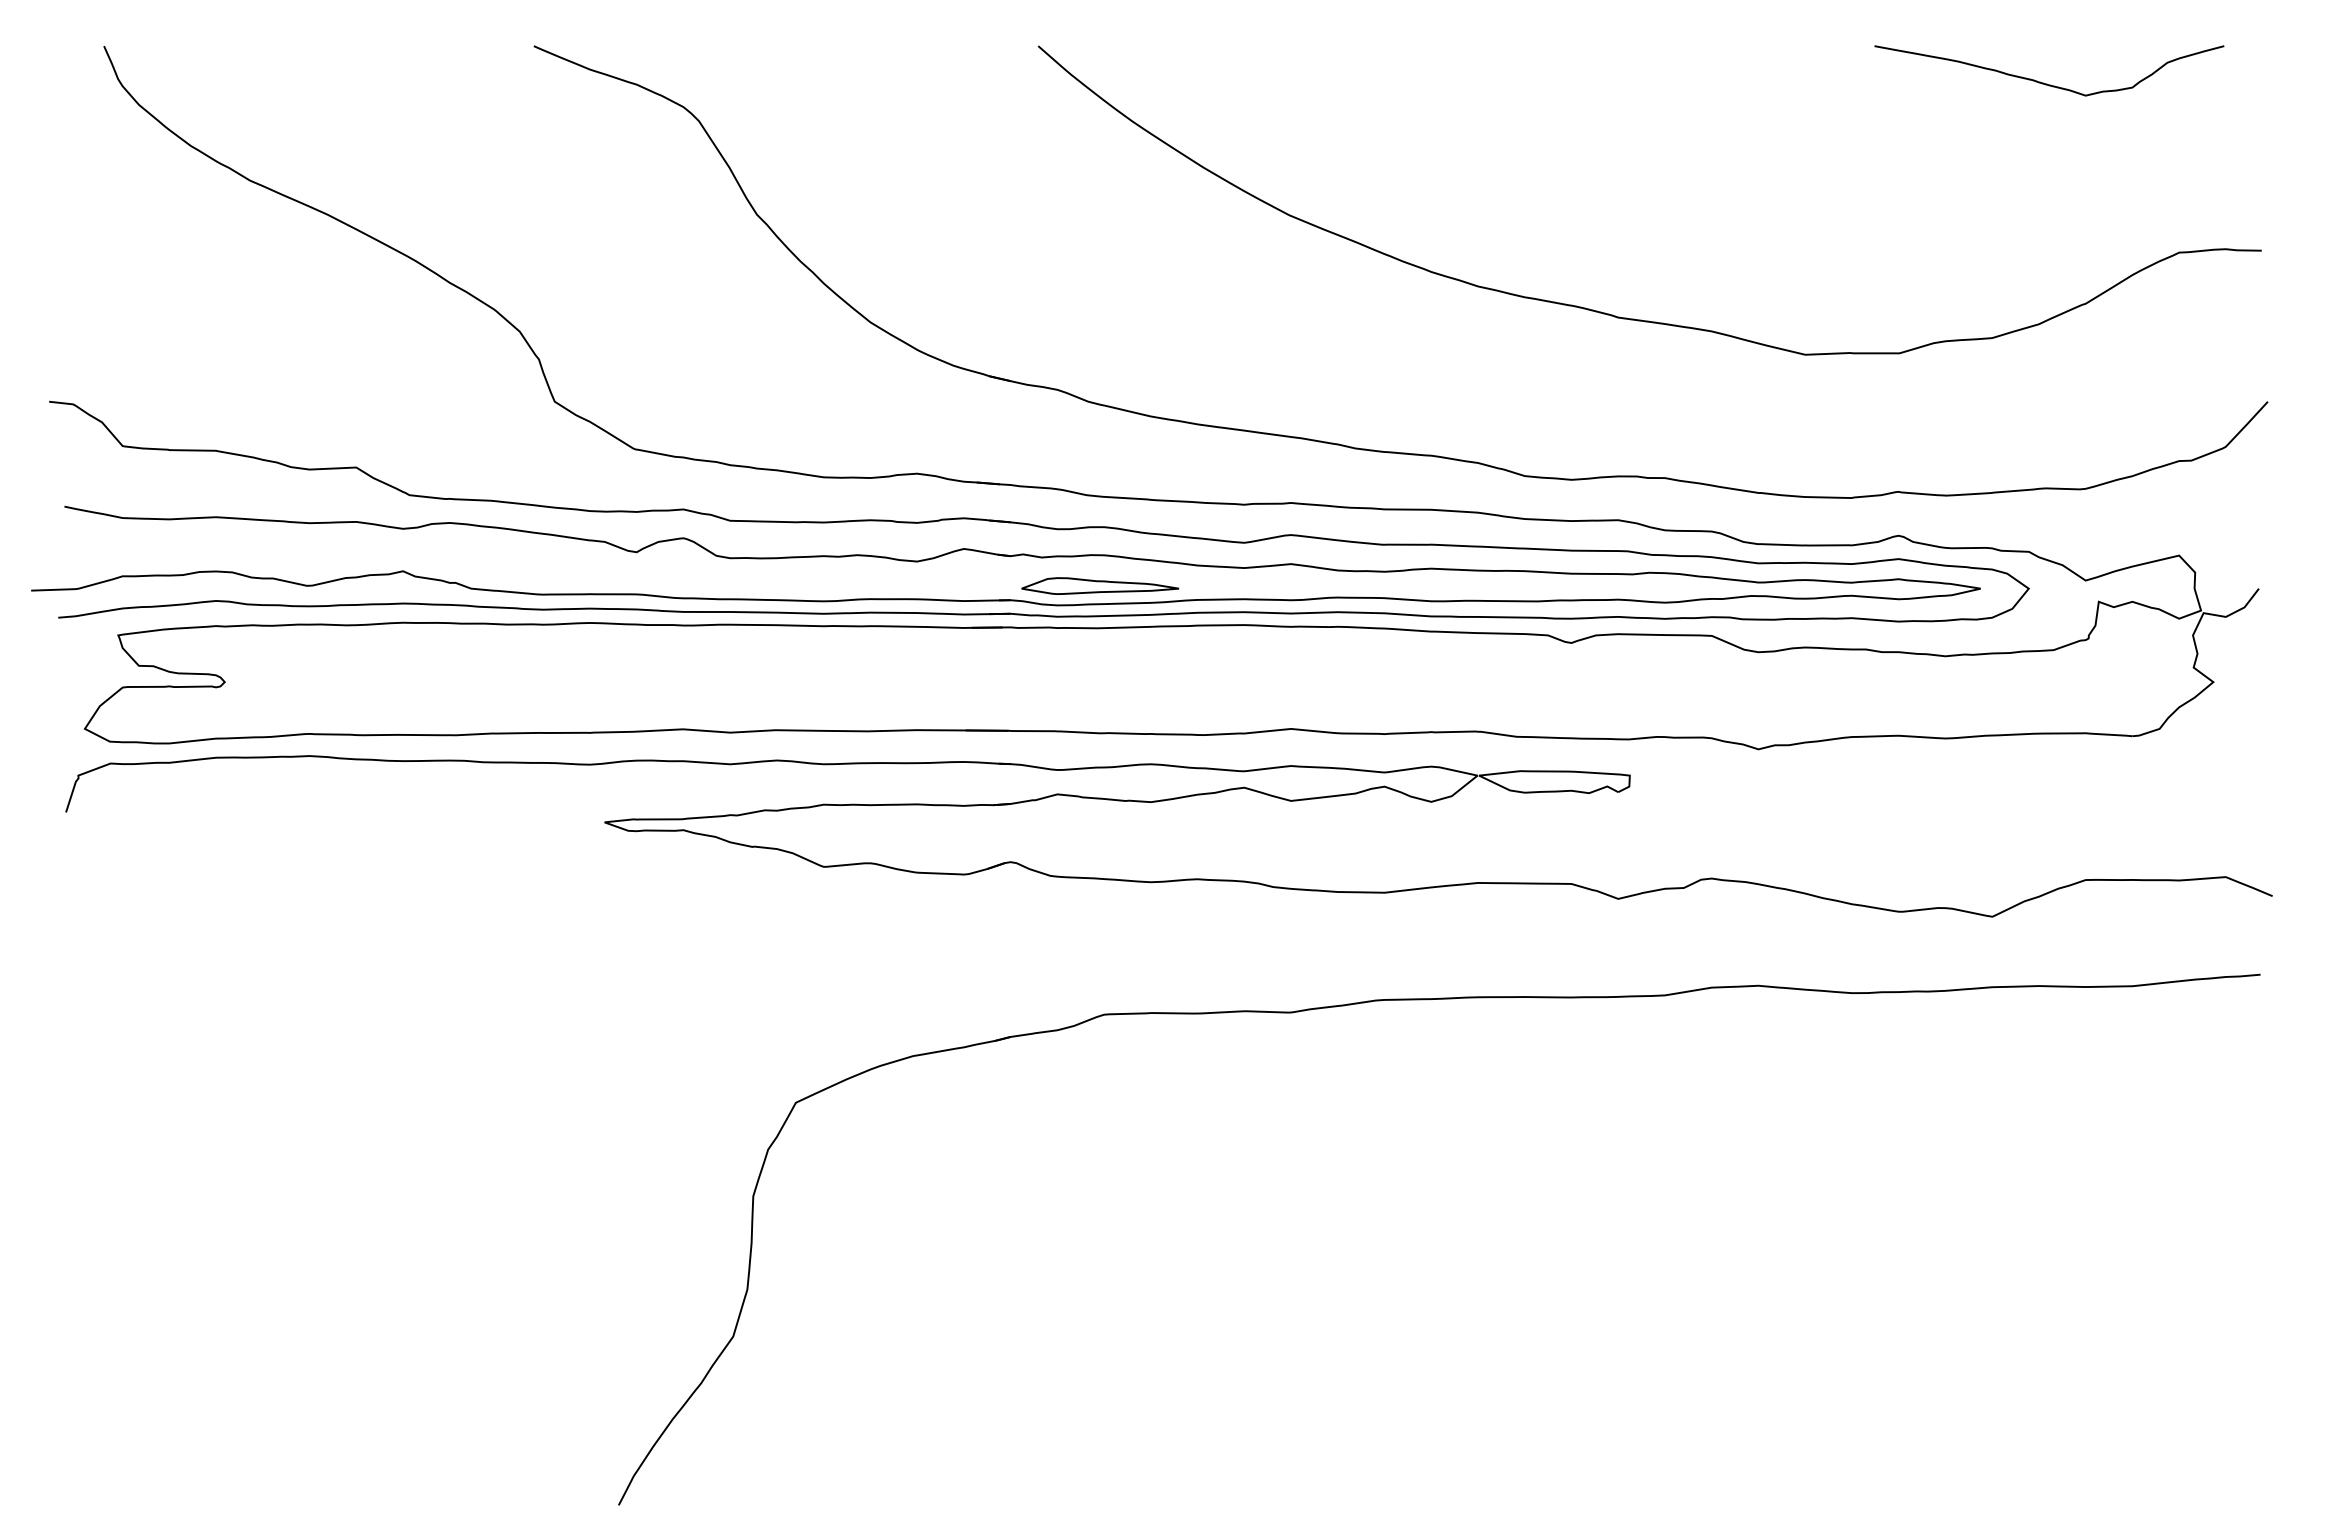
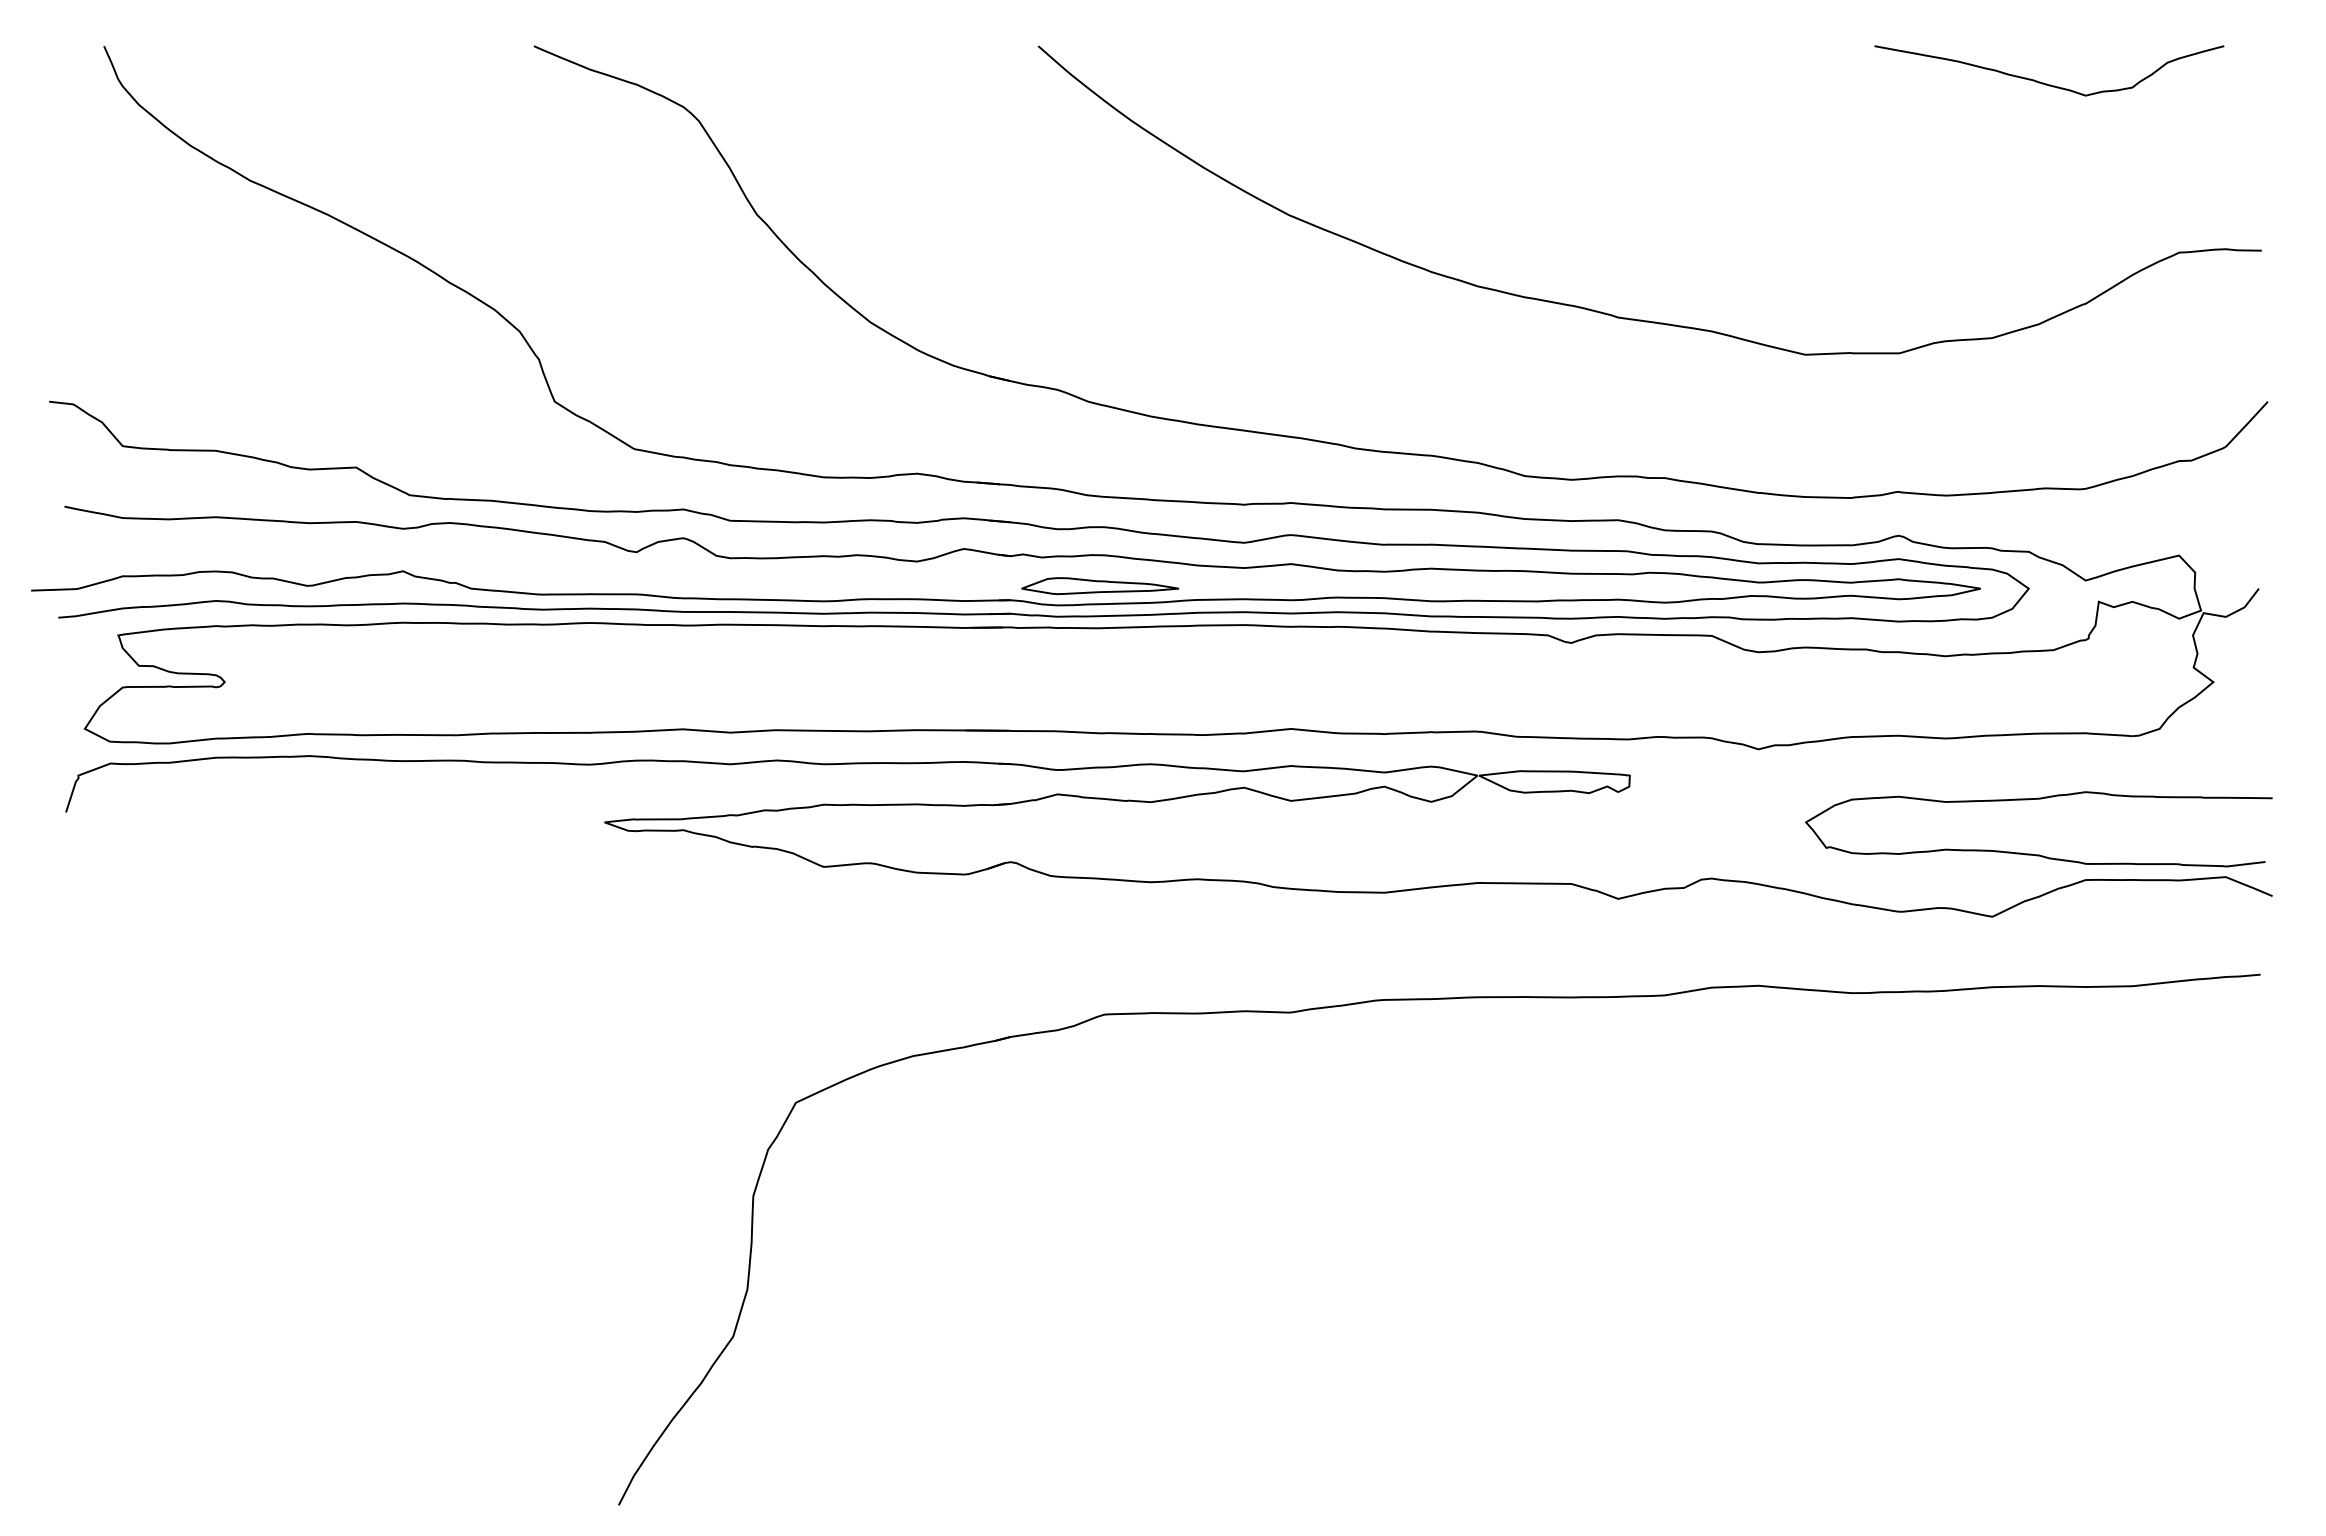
curve at (2031, 853): none -> present
